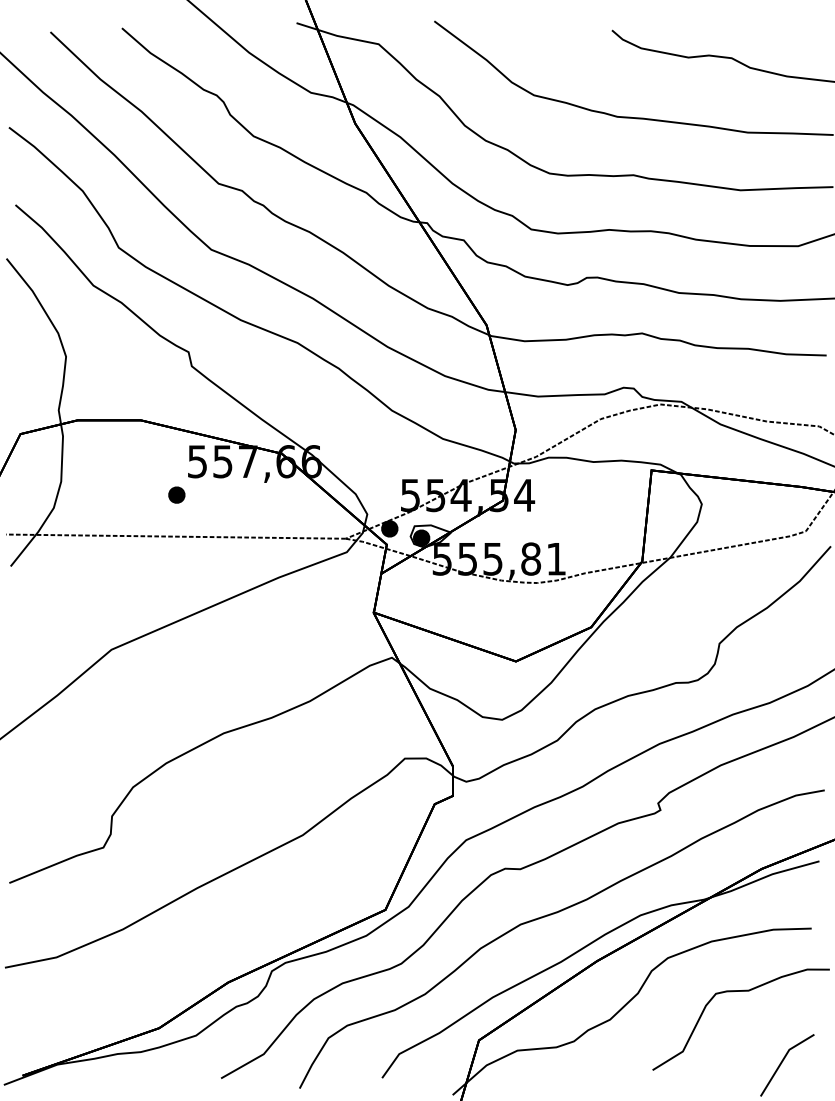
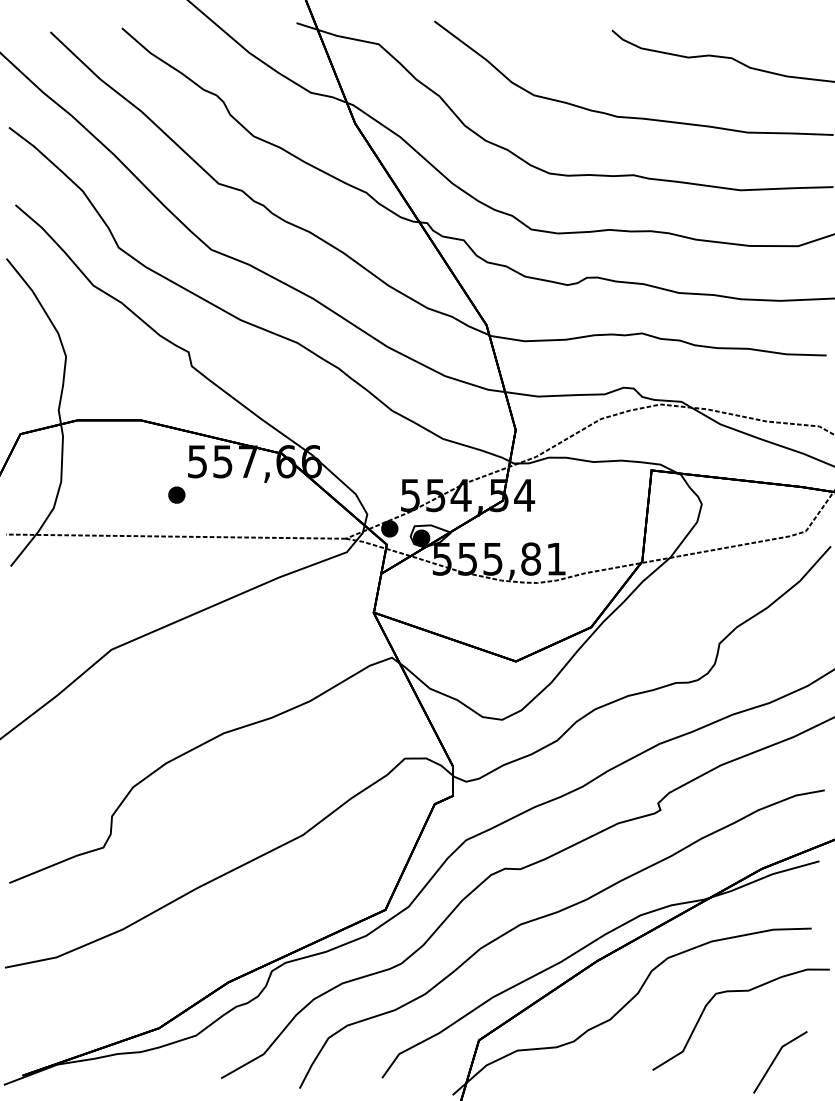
line at (782, 1063) position: (782, 1063) -> (775, 1060)
